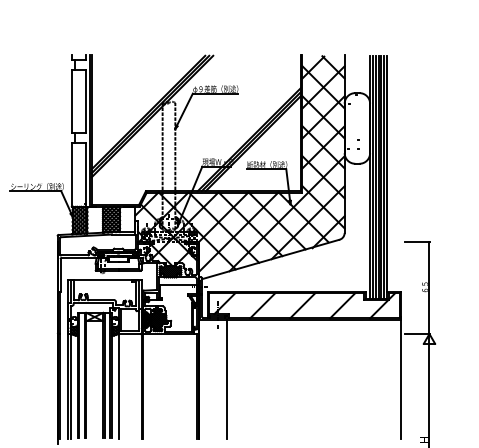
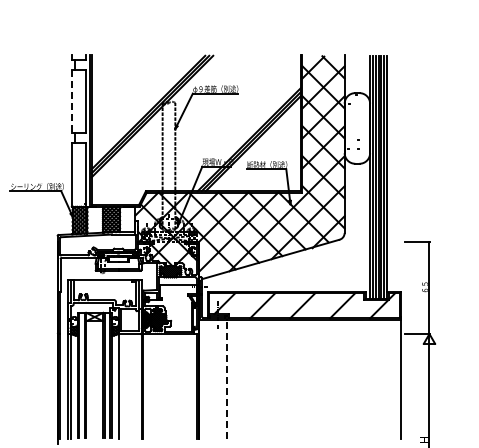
line at (71, 101): solid -> dashed
line at (227, 378): solid -> dashed
